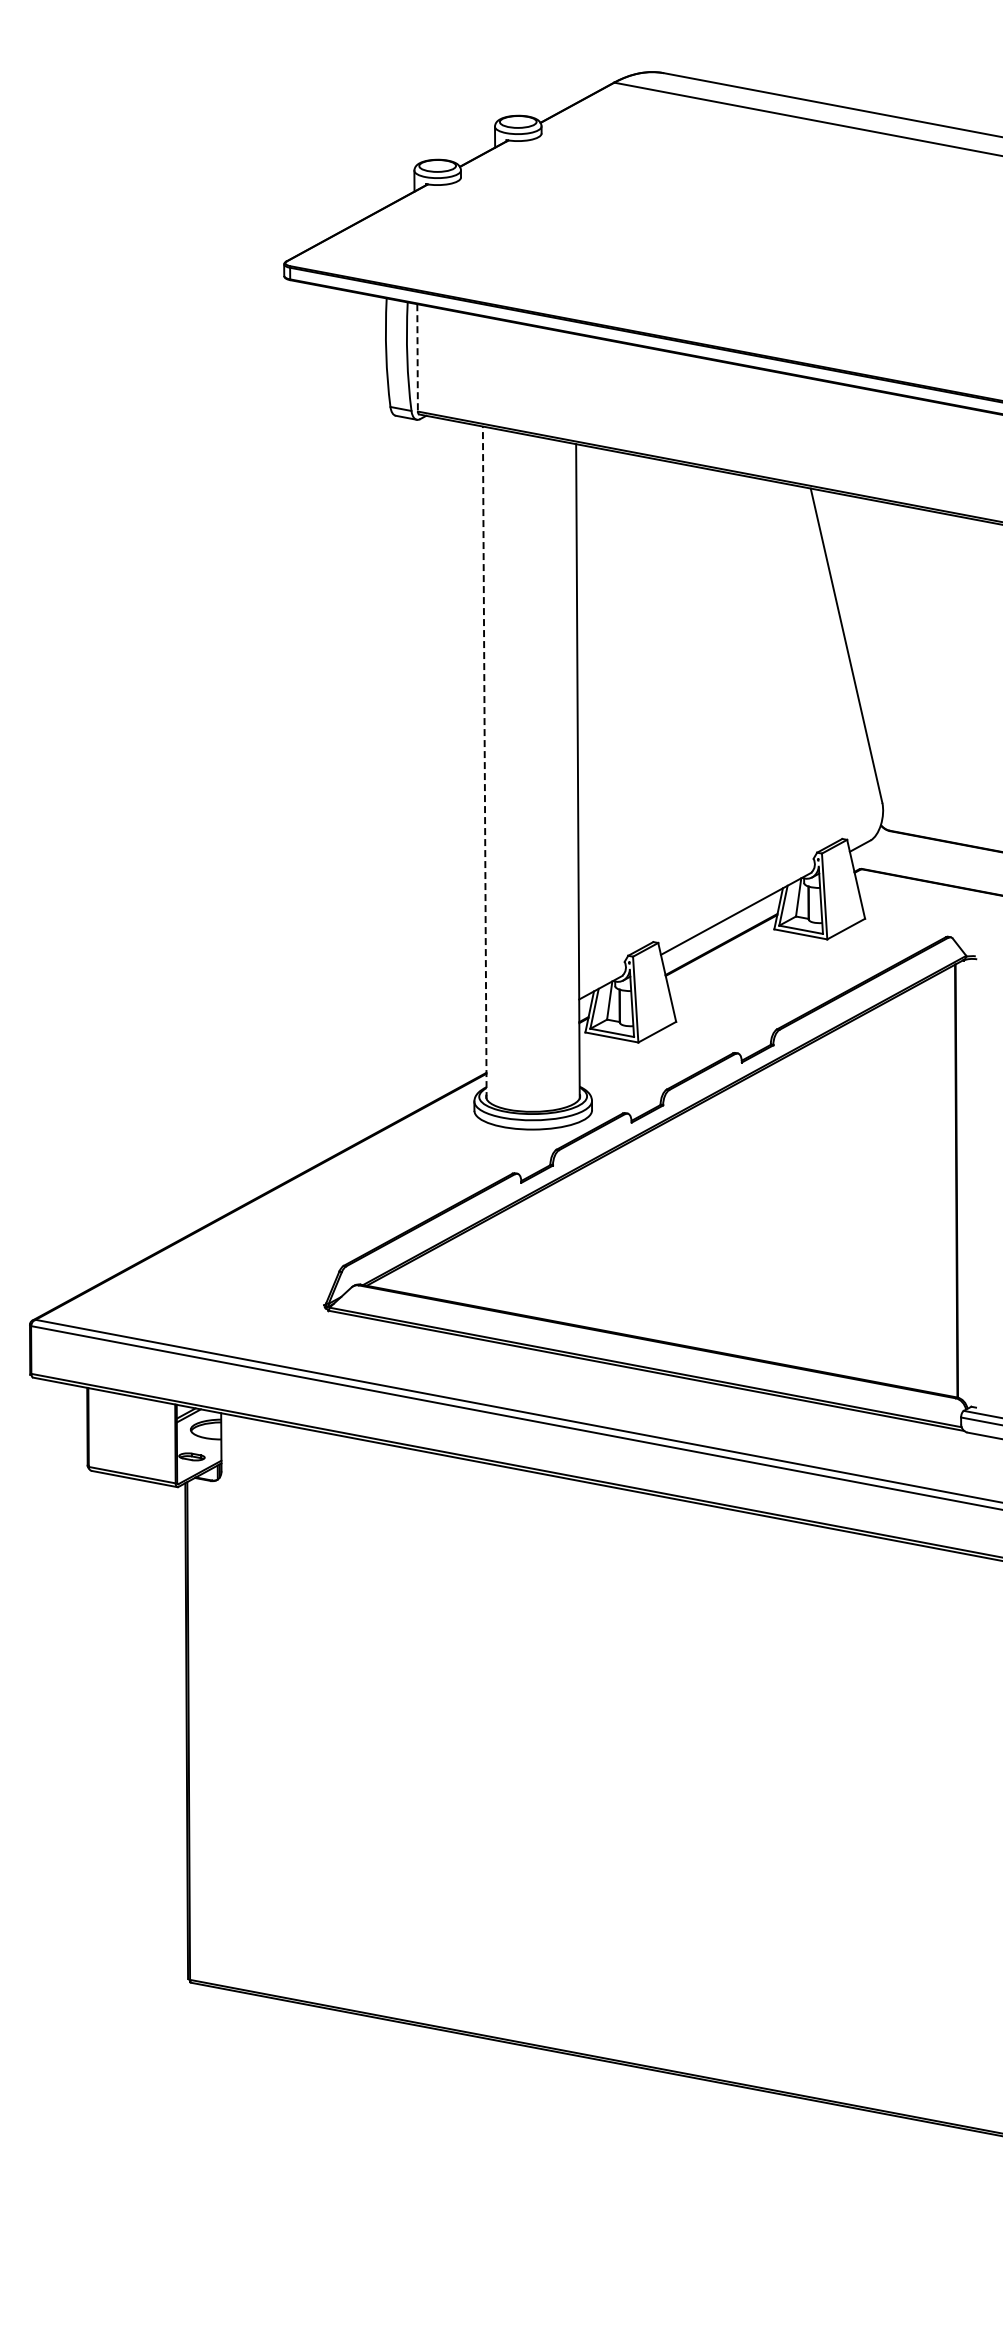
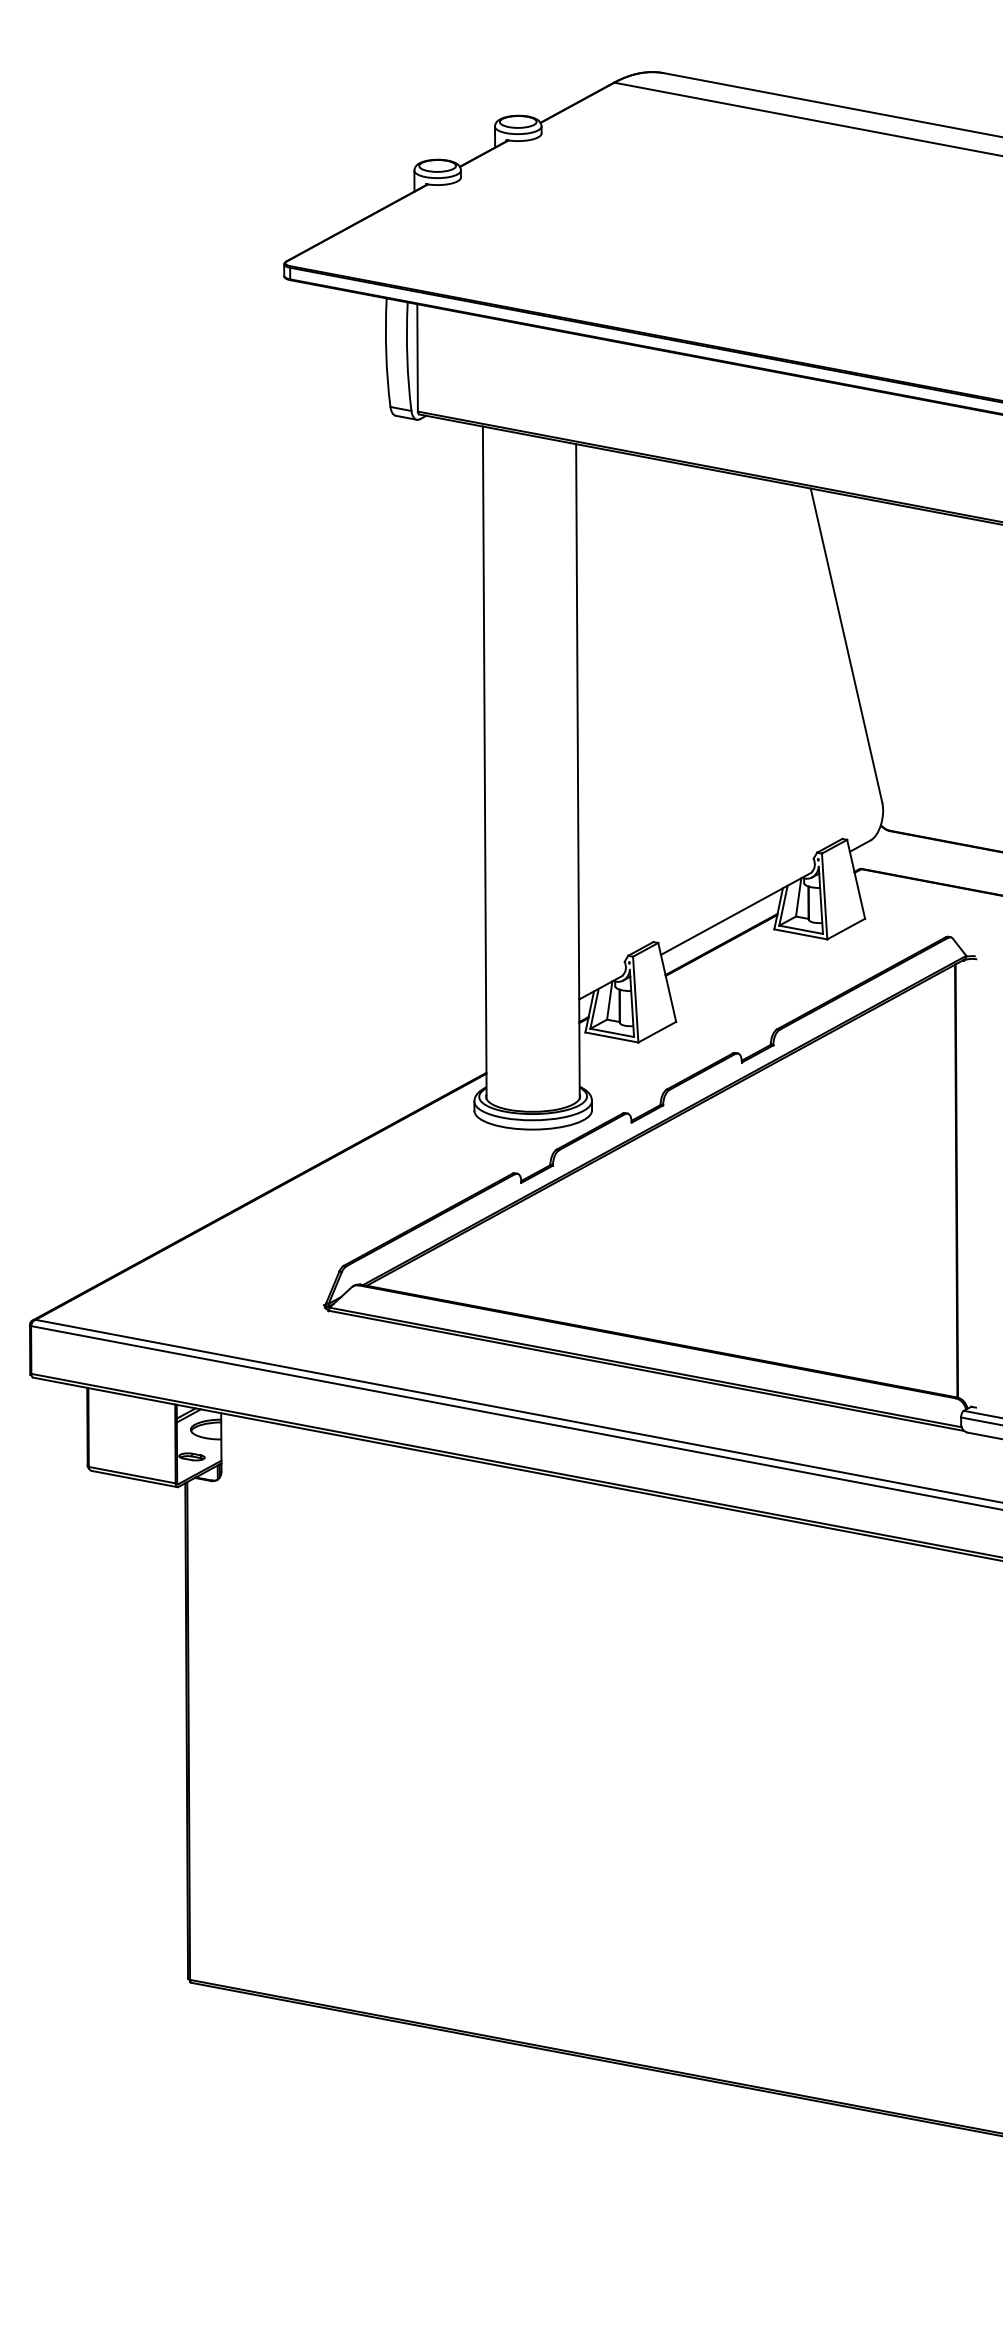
line at (417, 357): dashed -> solid
line at (484, 762): dashed -> solid
